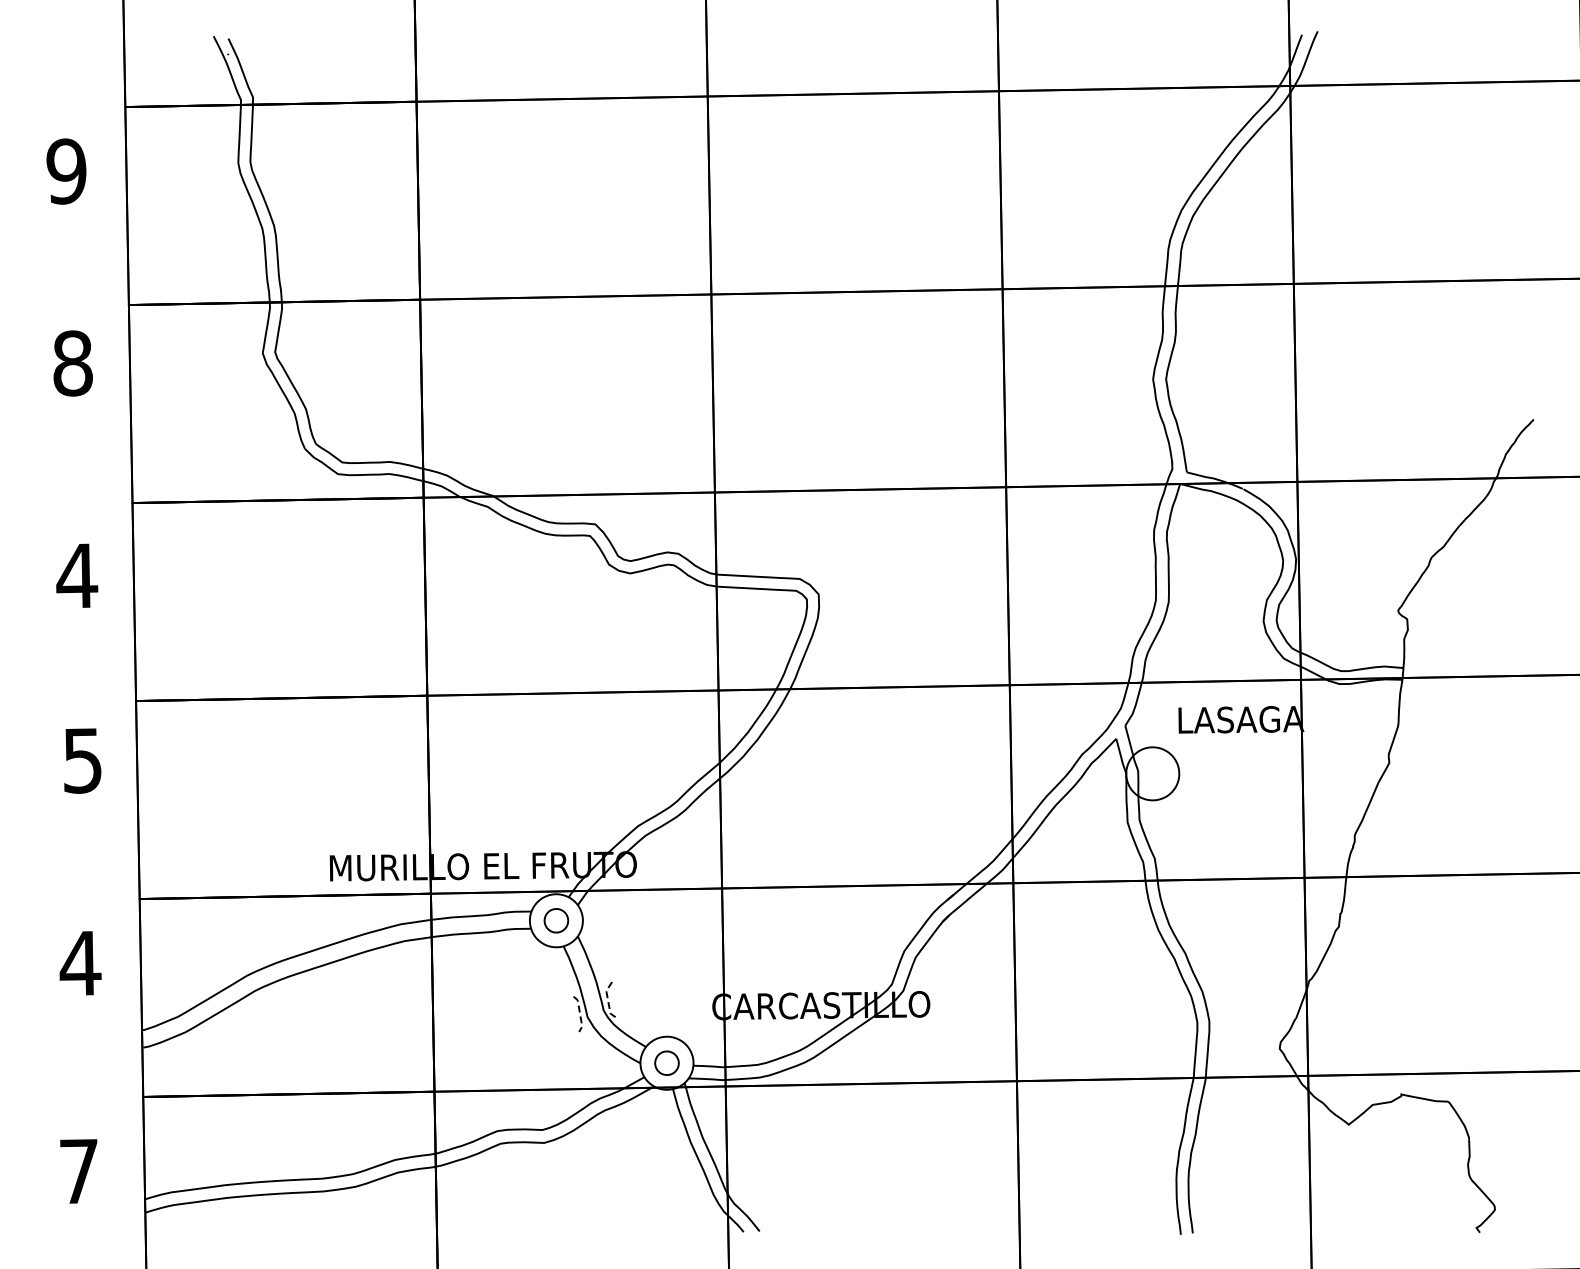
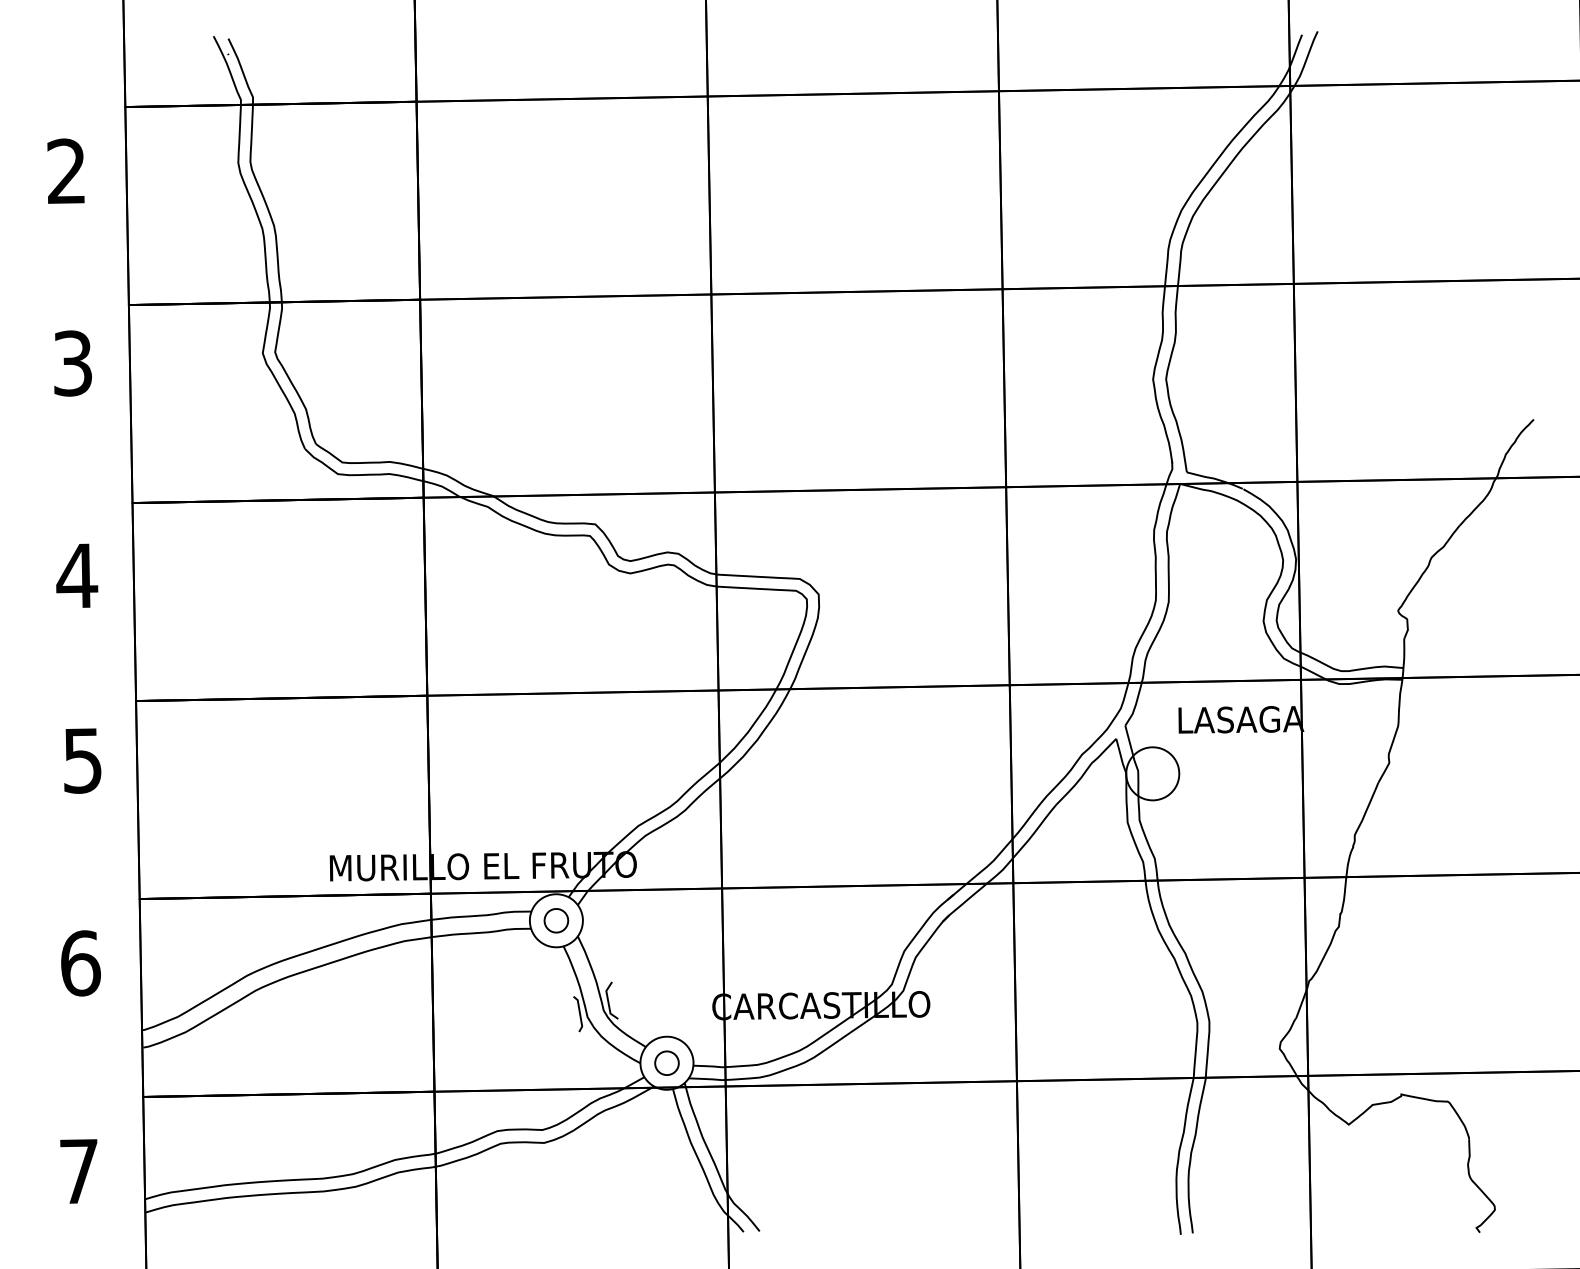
text at (66, 171): 9 -> 2
text at (72, 363): 8 -> 3
text at (80, 963): 4 -> 6
line at (608, 1002): dashed -> solid
line at (580, 1013): dashed -> solid
